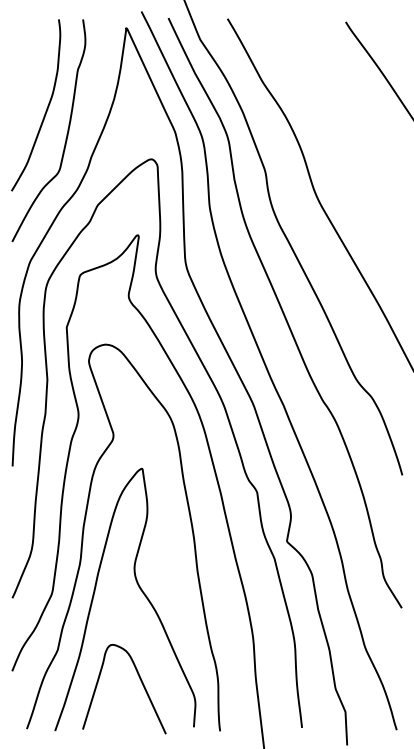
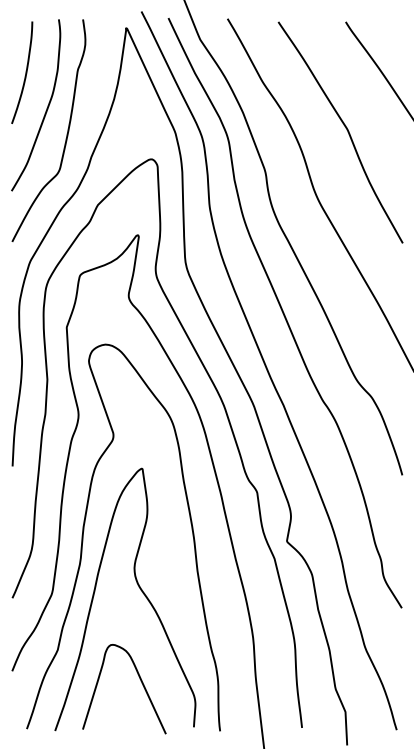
curve at (25, 72): none -> present
curve at (346, 130): none -> present
